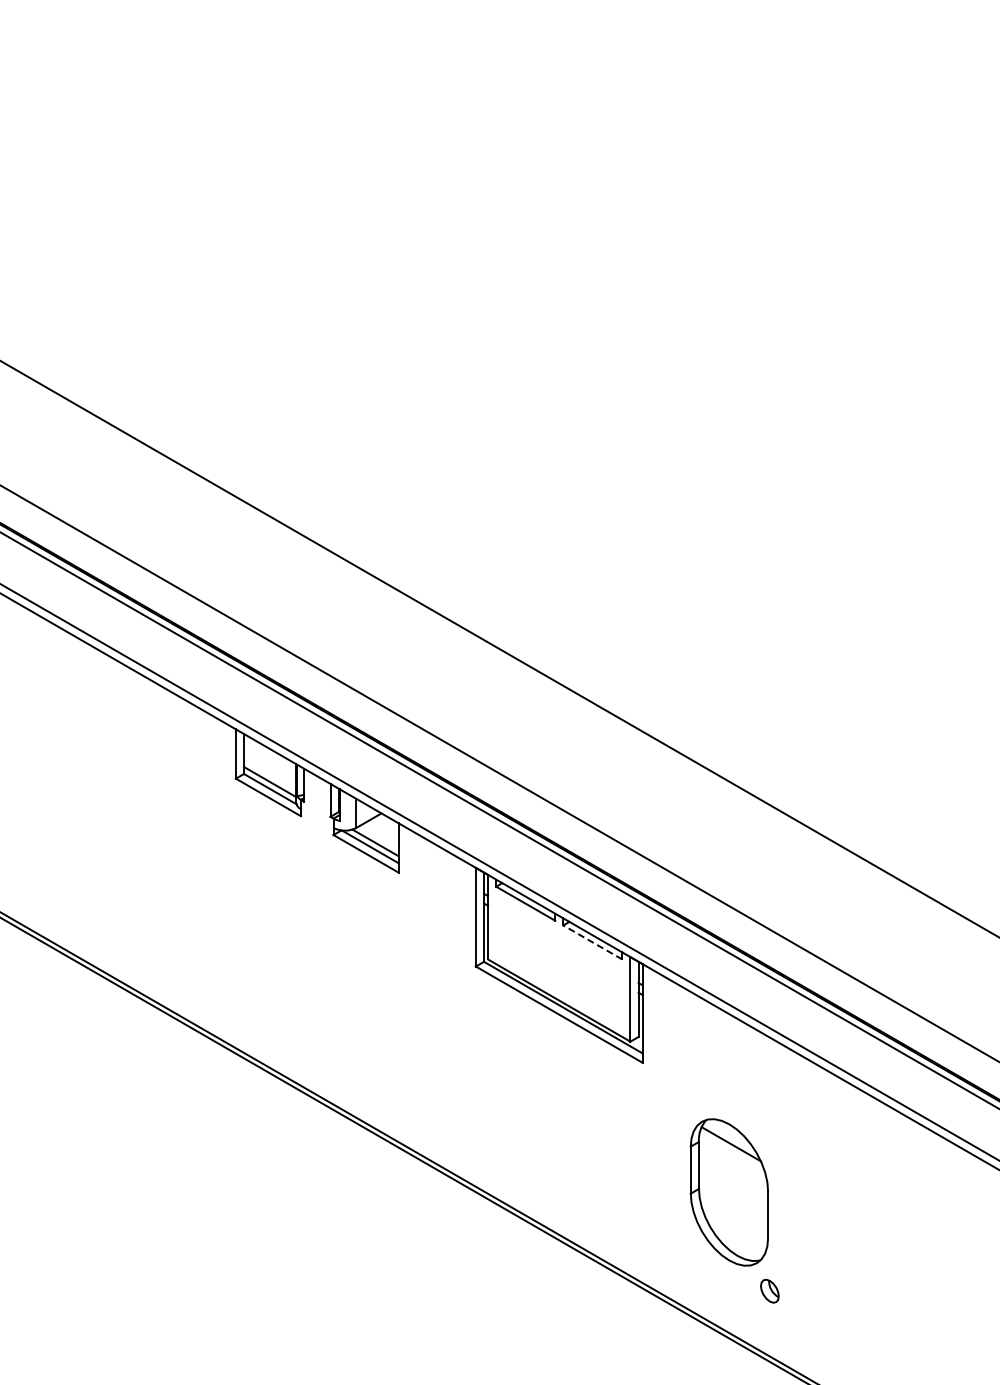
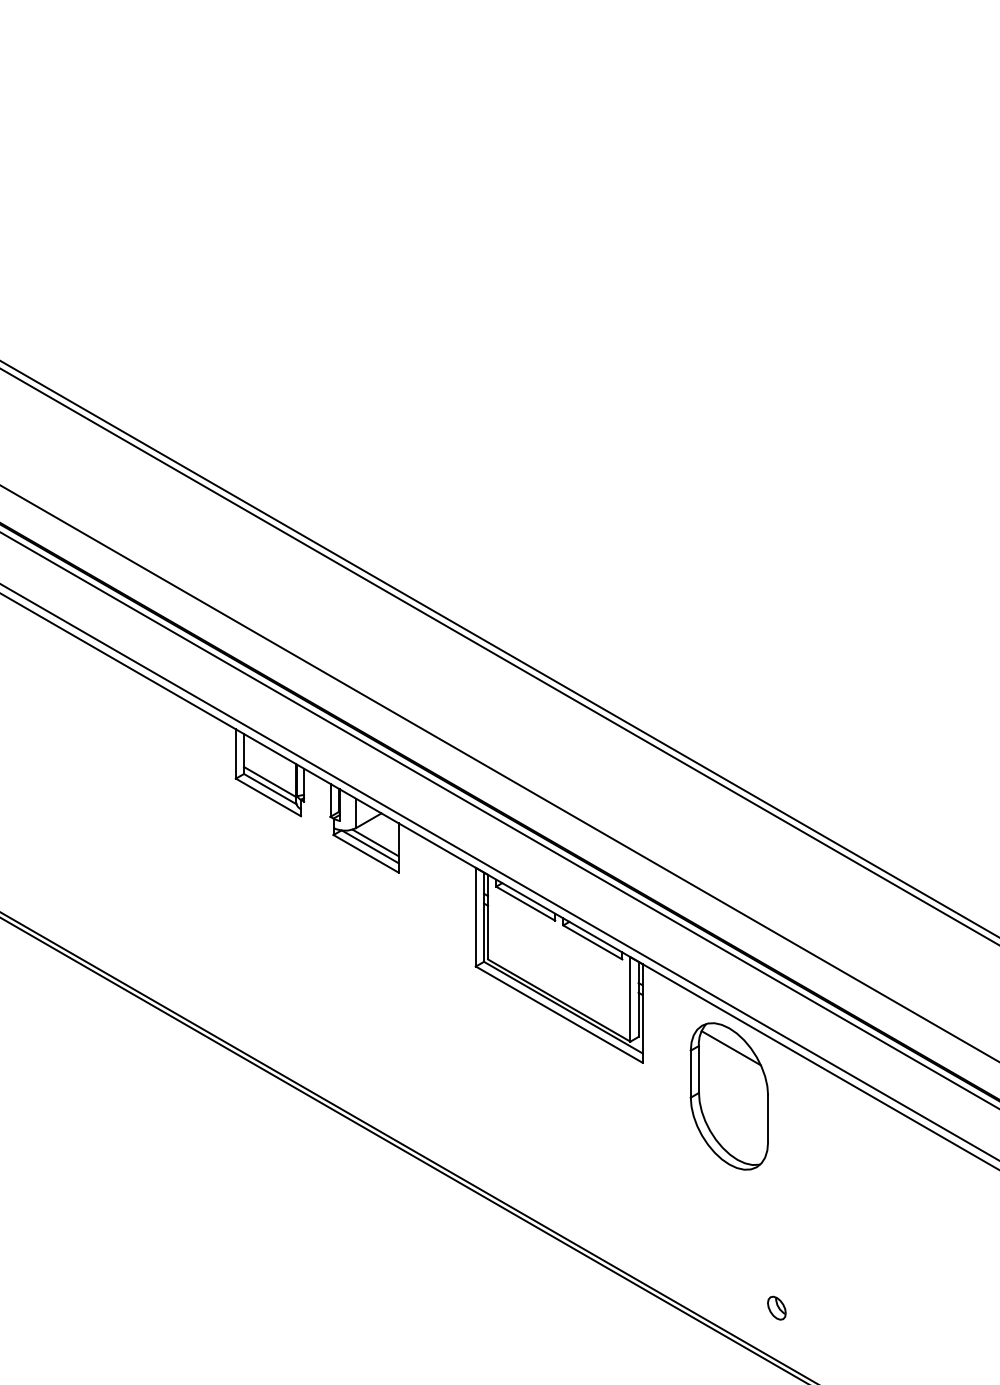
line at (499, 656): none -> present
line at (592, 942): dashed -> solid
part at (728, 1192) position: (728, 1192) -> (728, 1096)
part at (769, 1290) position: (769, 1290) -> (776, 1307)
